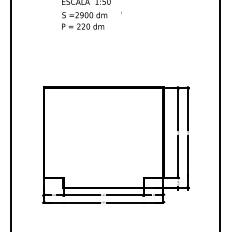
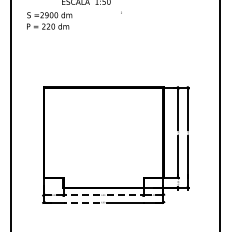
text at (84, 20) position: (84, 20) -> (49, 20)
line at (81, 195): solid -> dashed
line at (125, 195): solid -> dashed
line at (81, 202): solid -> dashed
